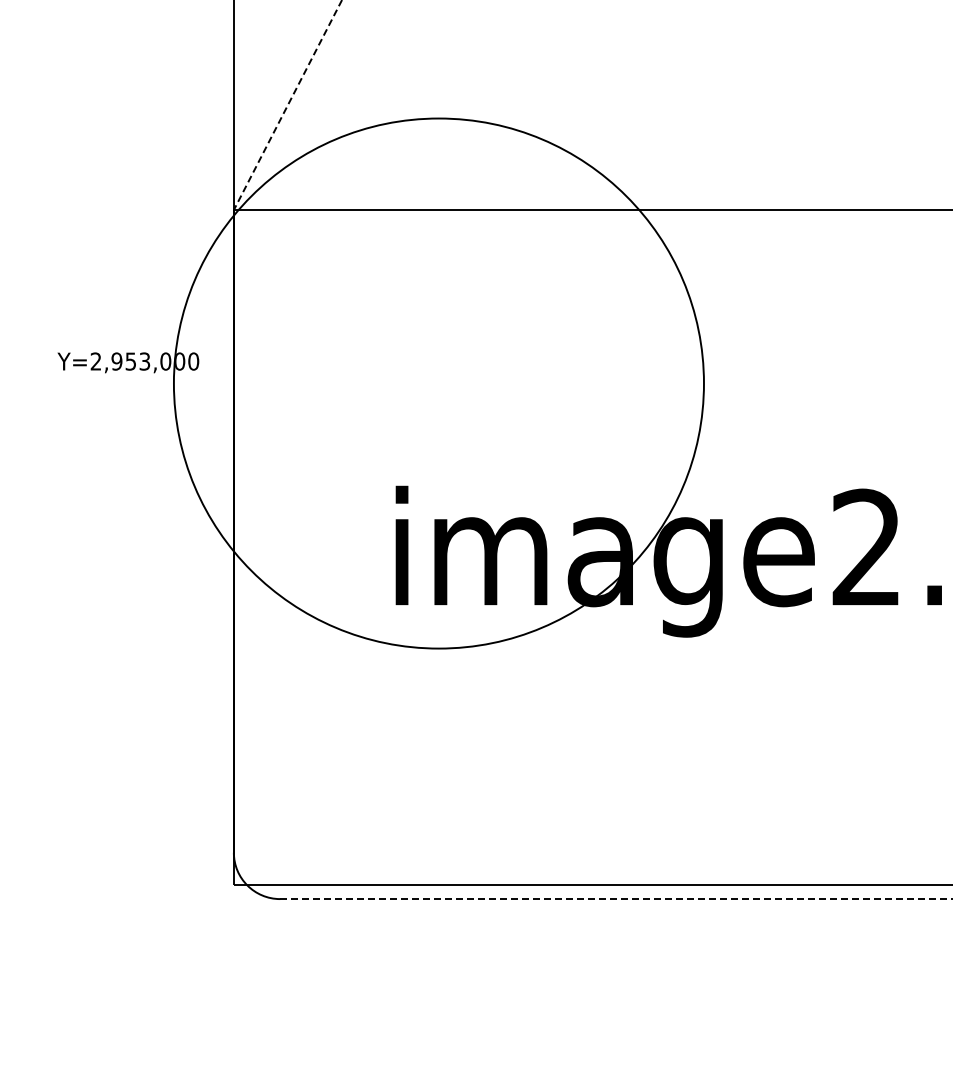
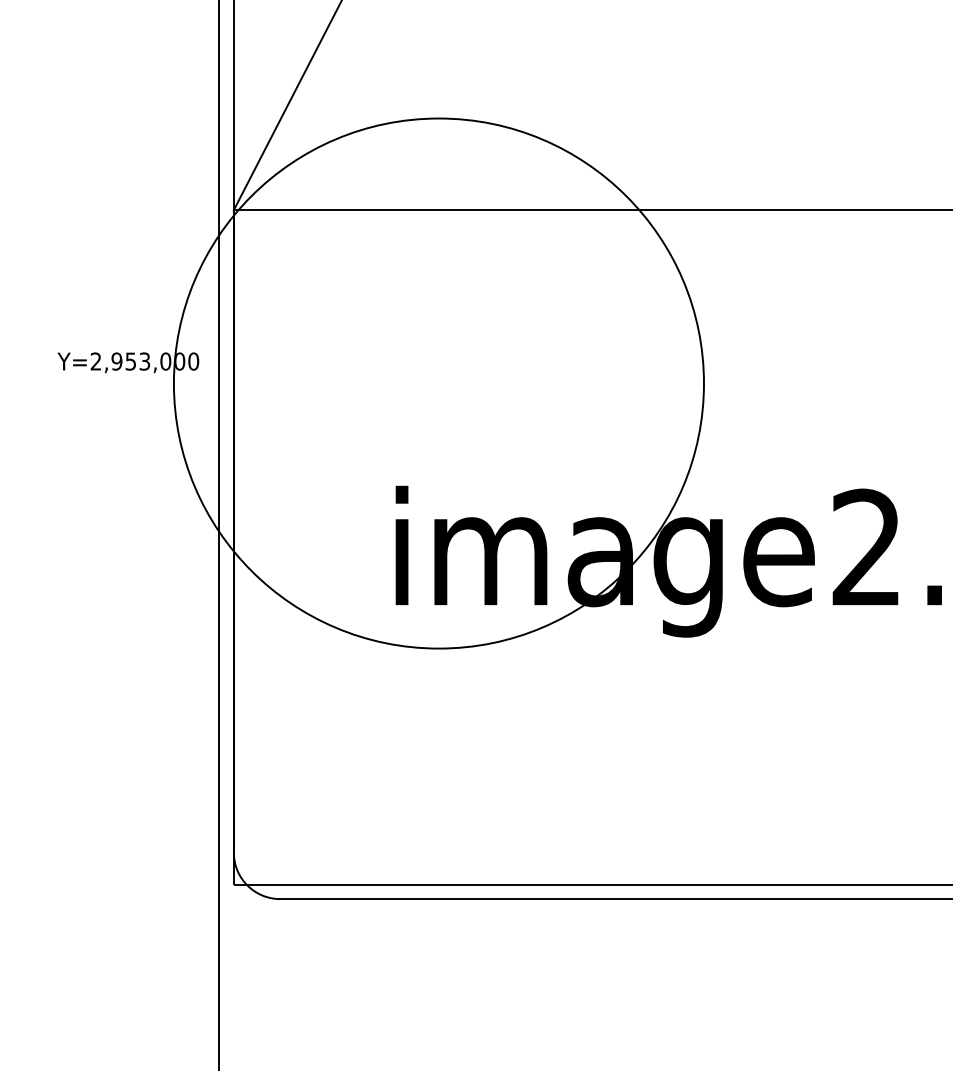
line at (287, 105): dashed -> solid
line at (219, 534): none -> present
line at (615, 899): dashed -> solid
